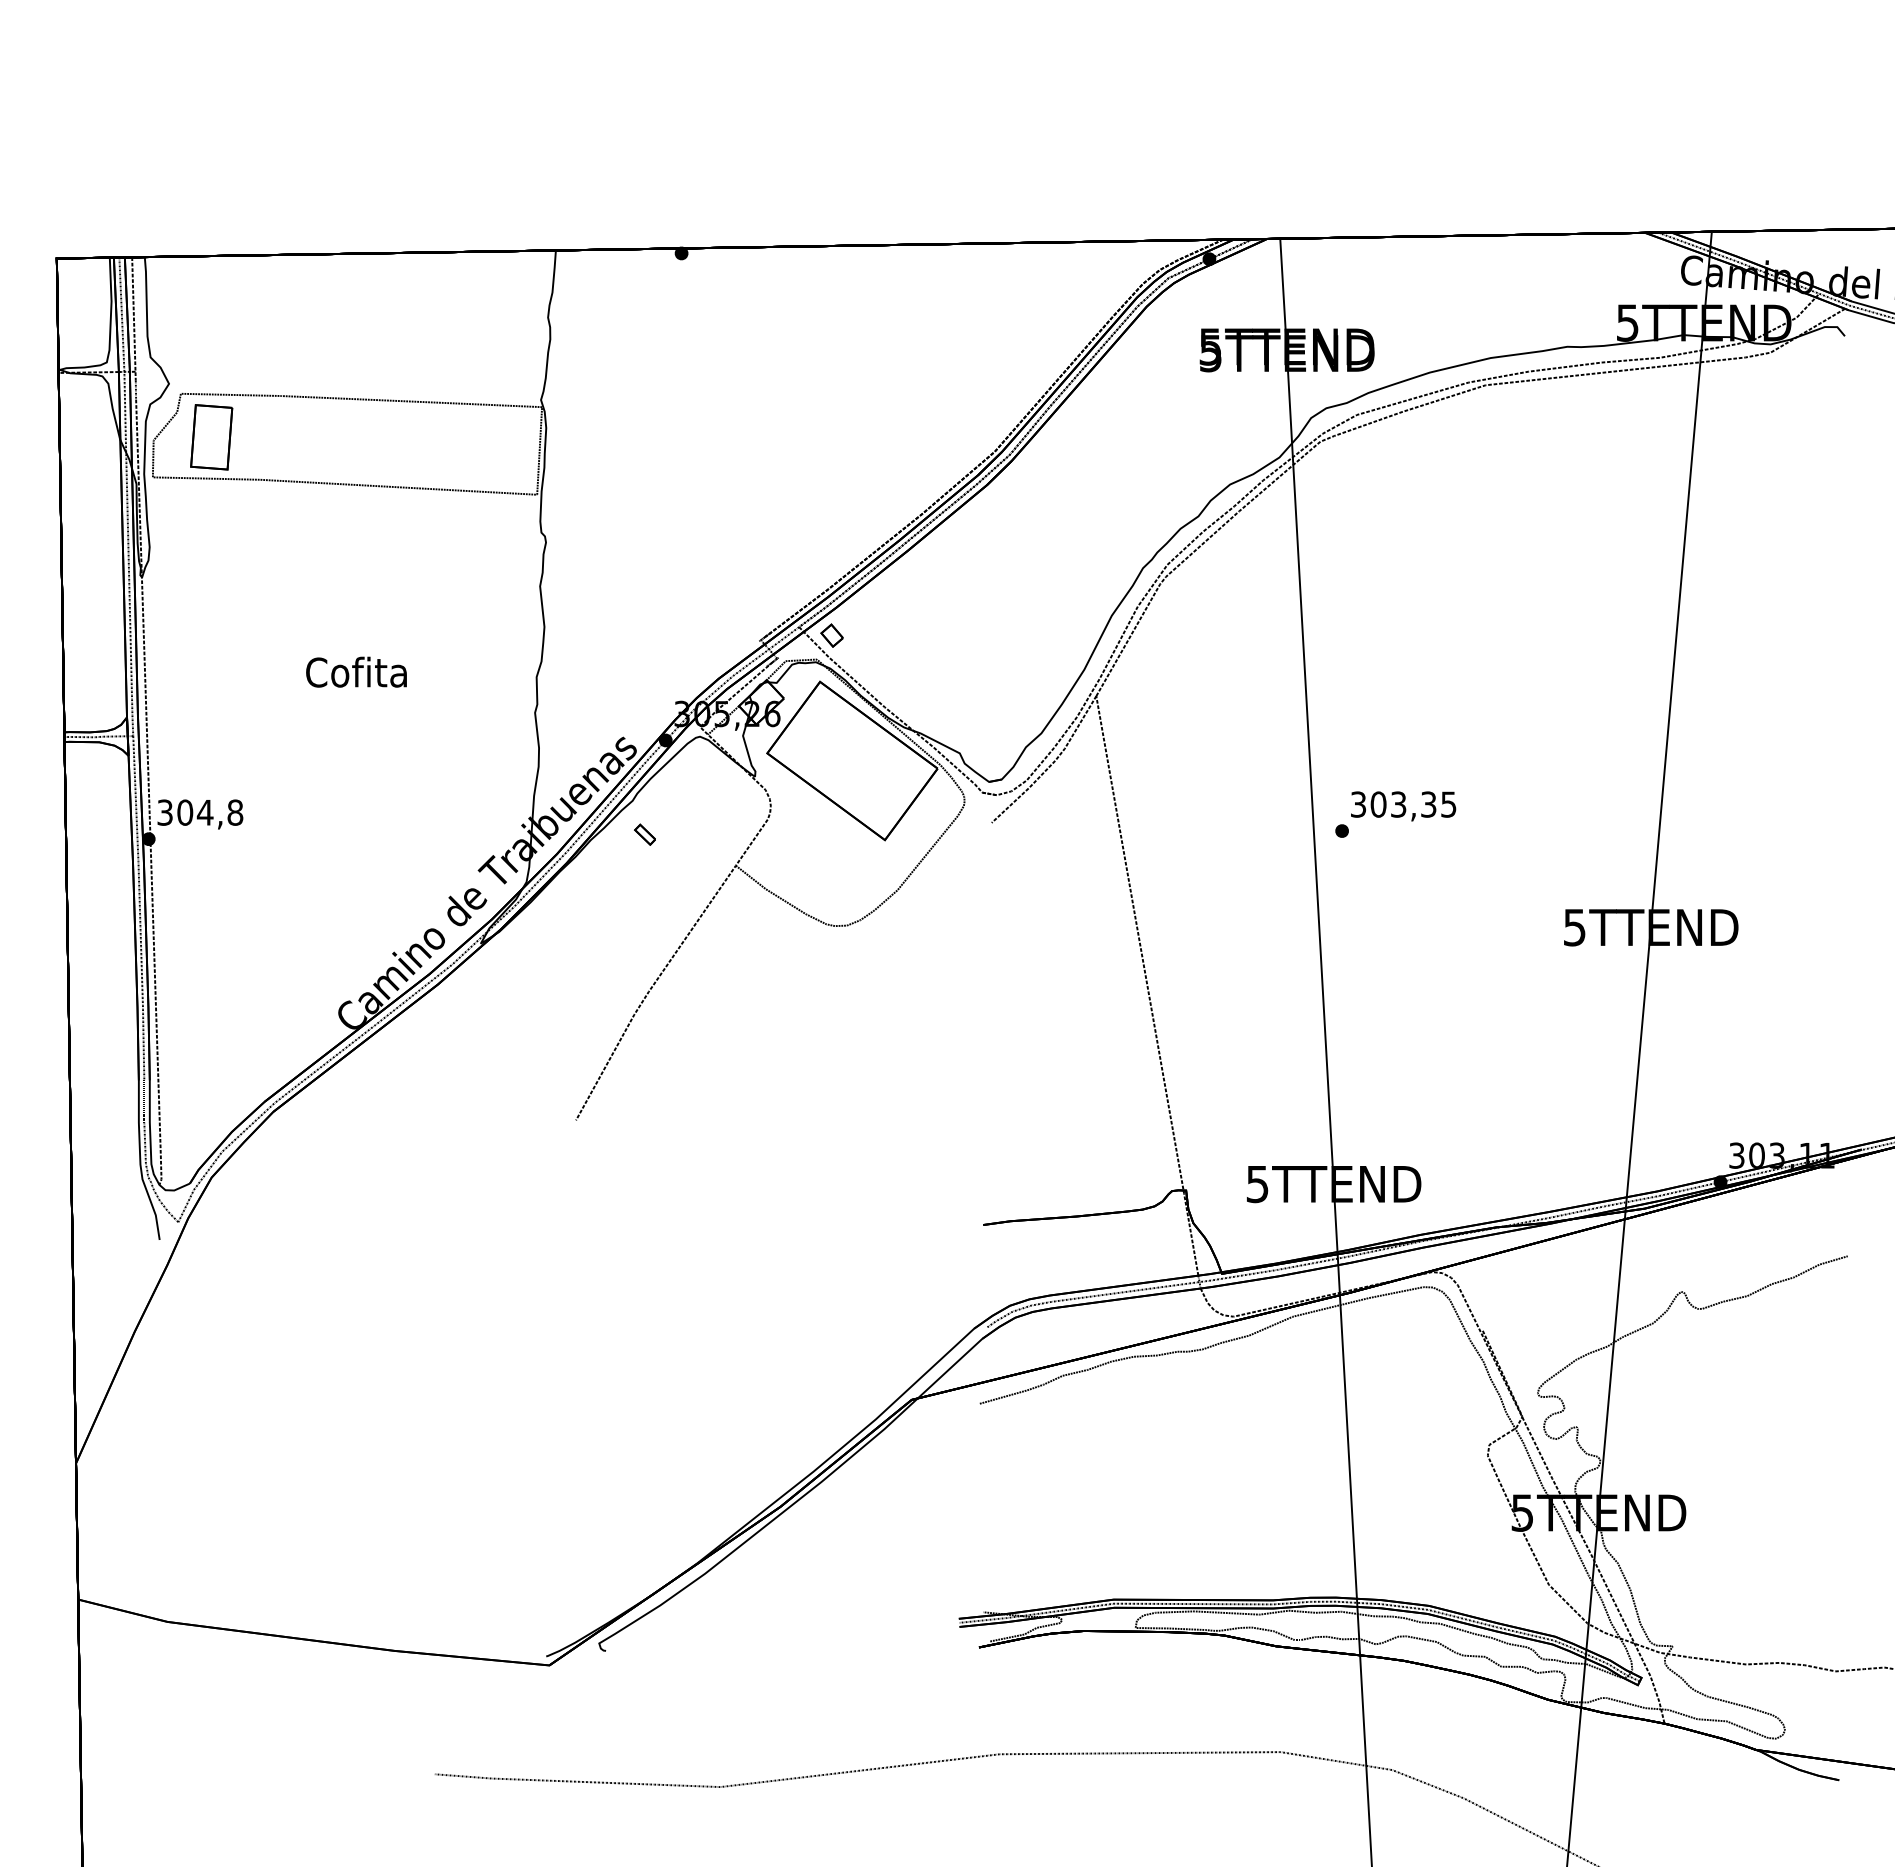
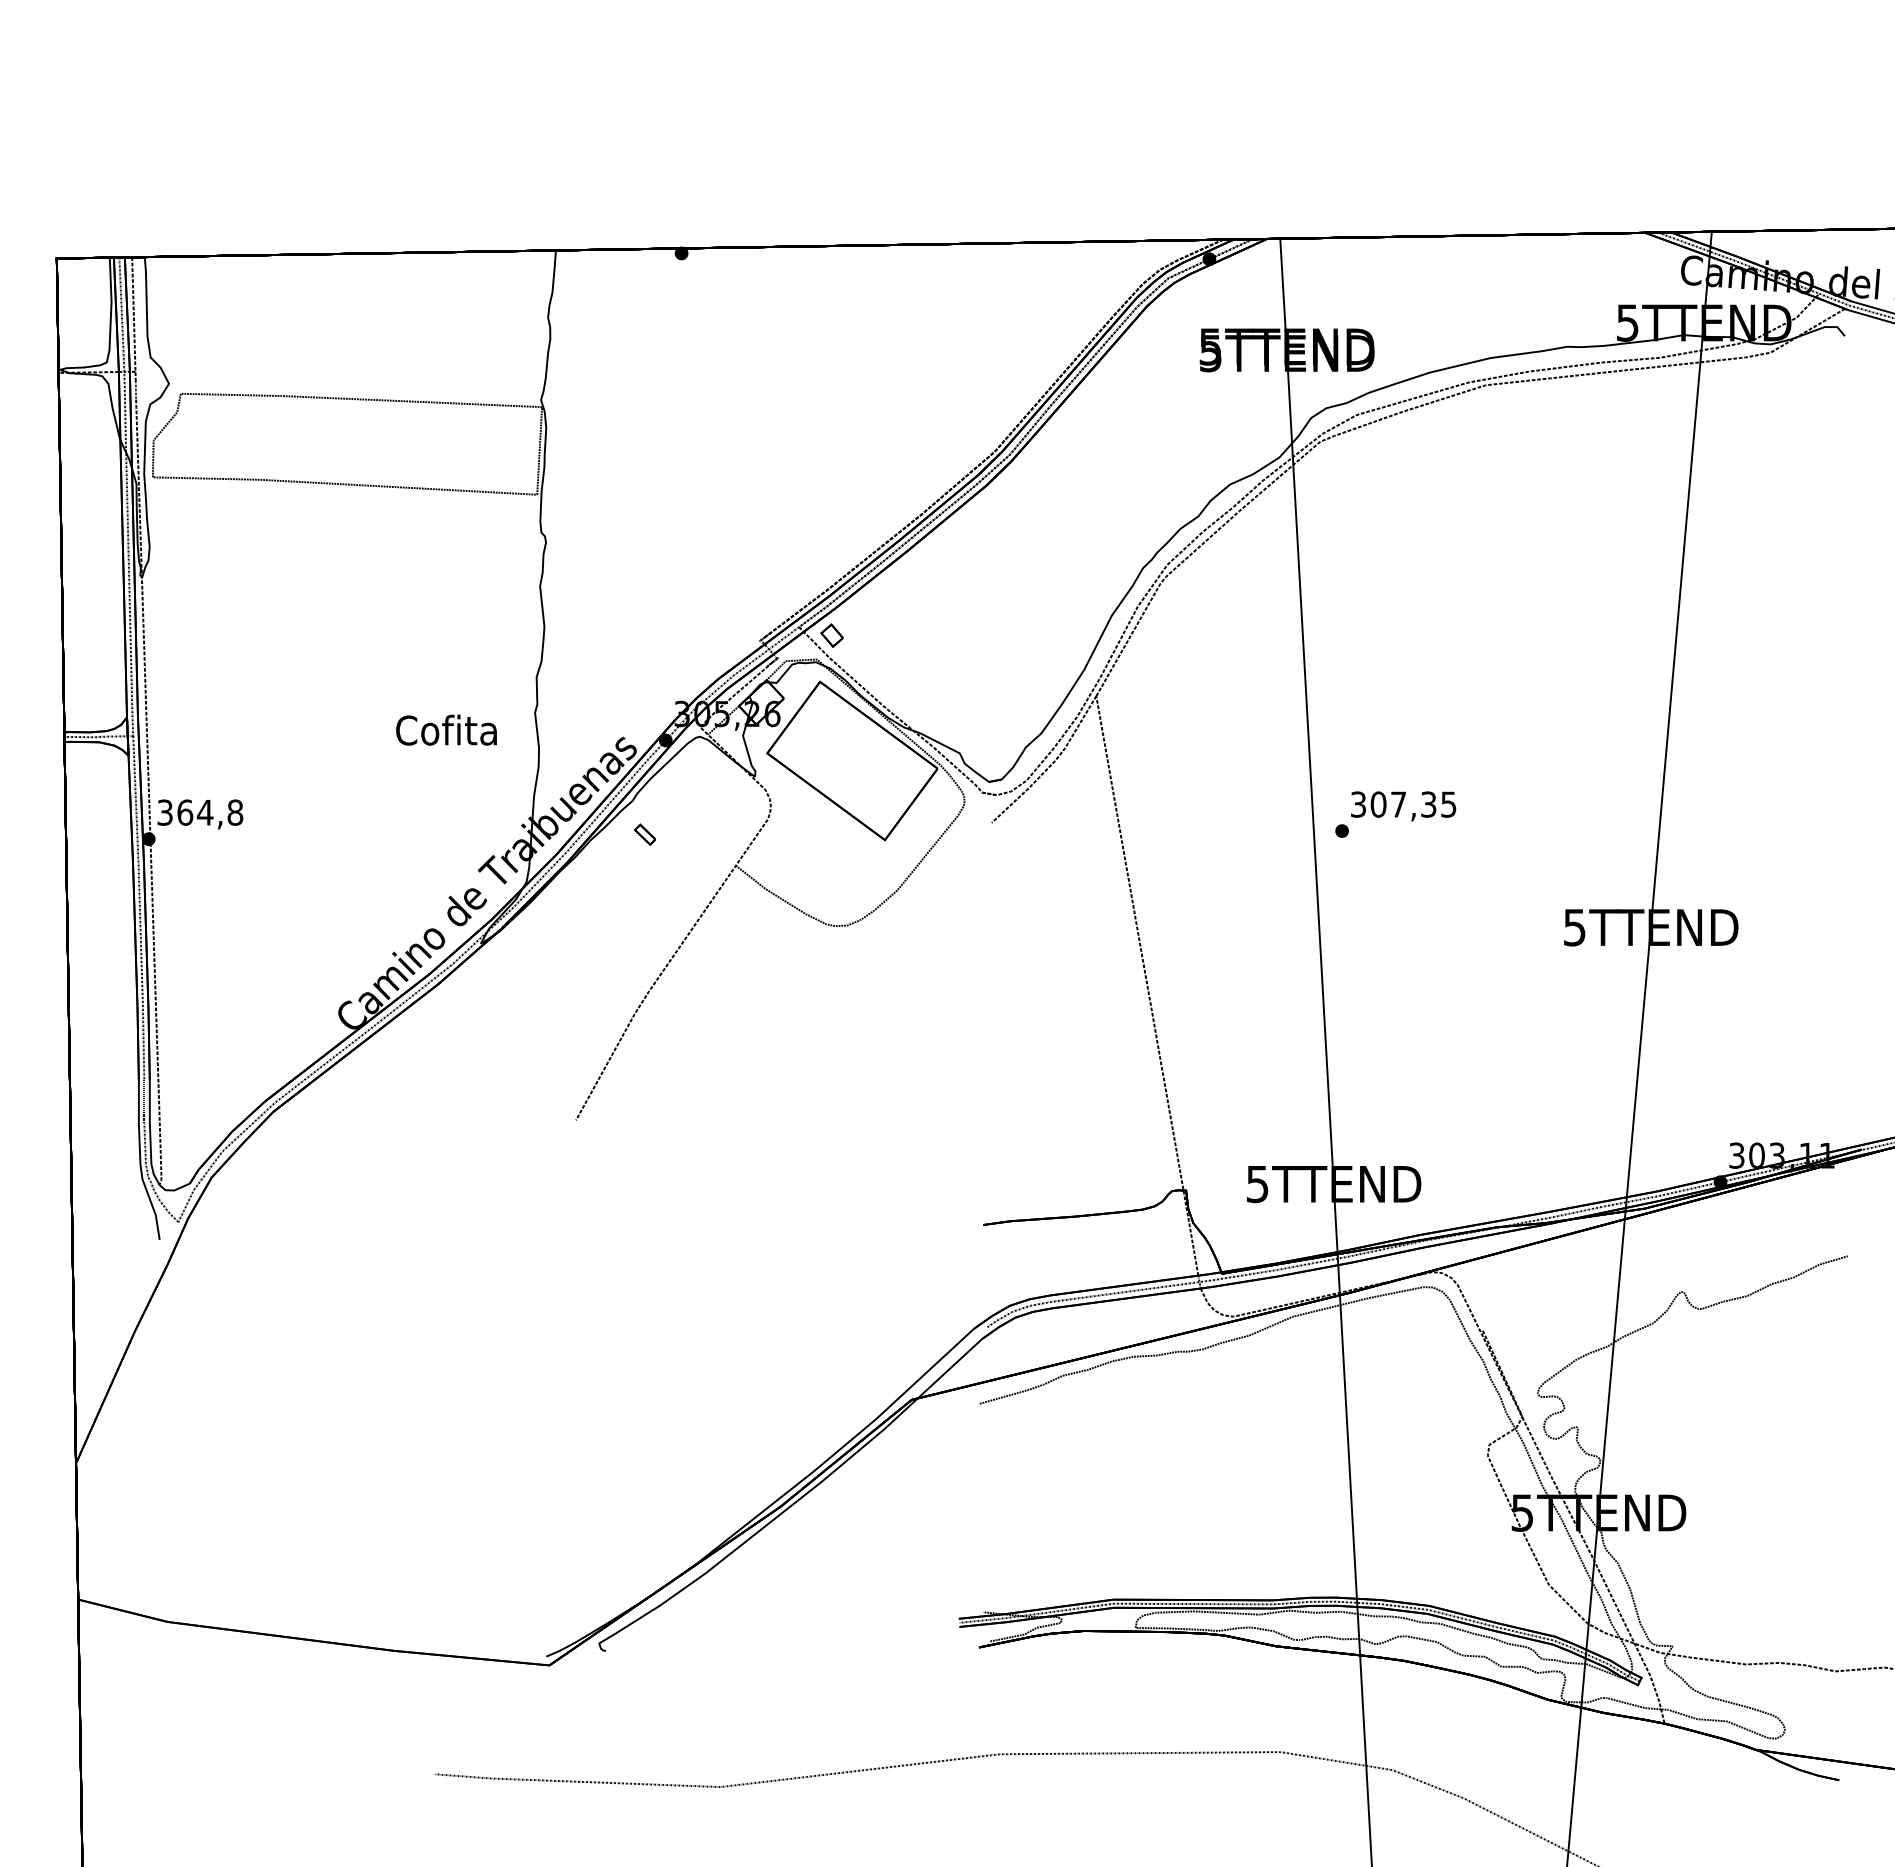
part at (211, 437): present -> none
text at (356, 671) position: (356, 671) -> (446, 729)
text at (1398, 804): 303,35 -> 307,35
text at (185, 812): 304,8 -> 364,8
